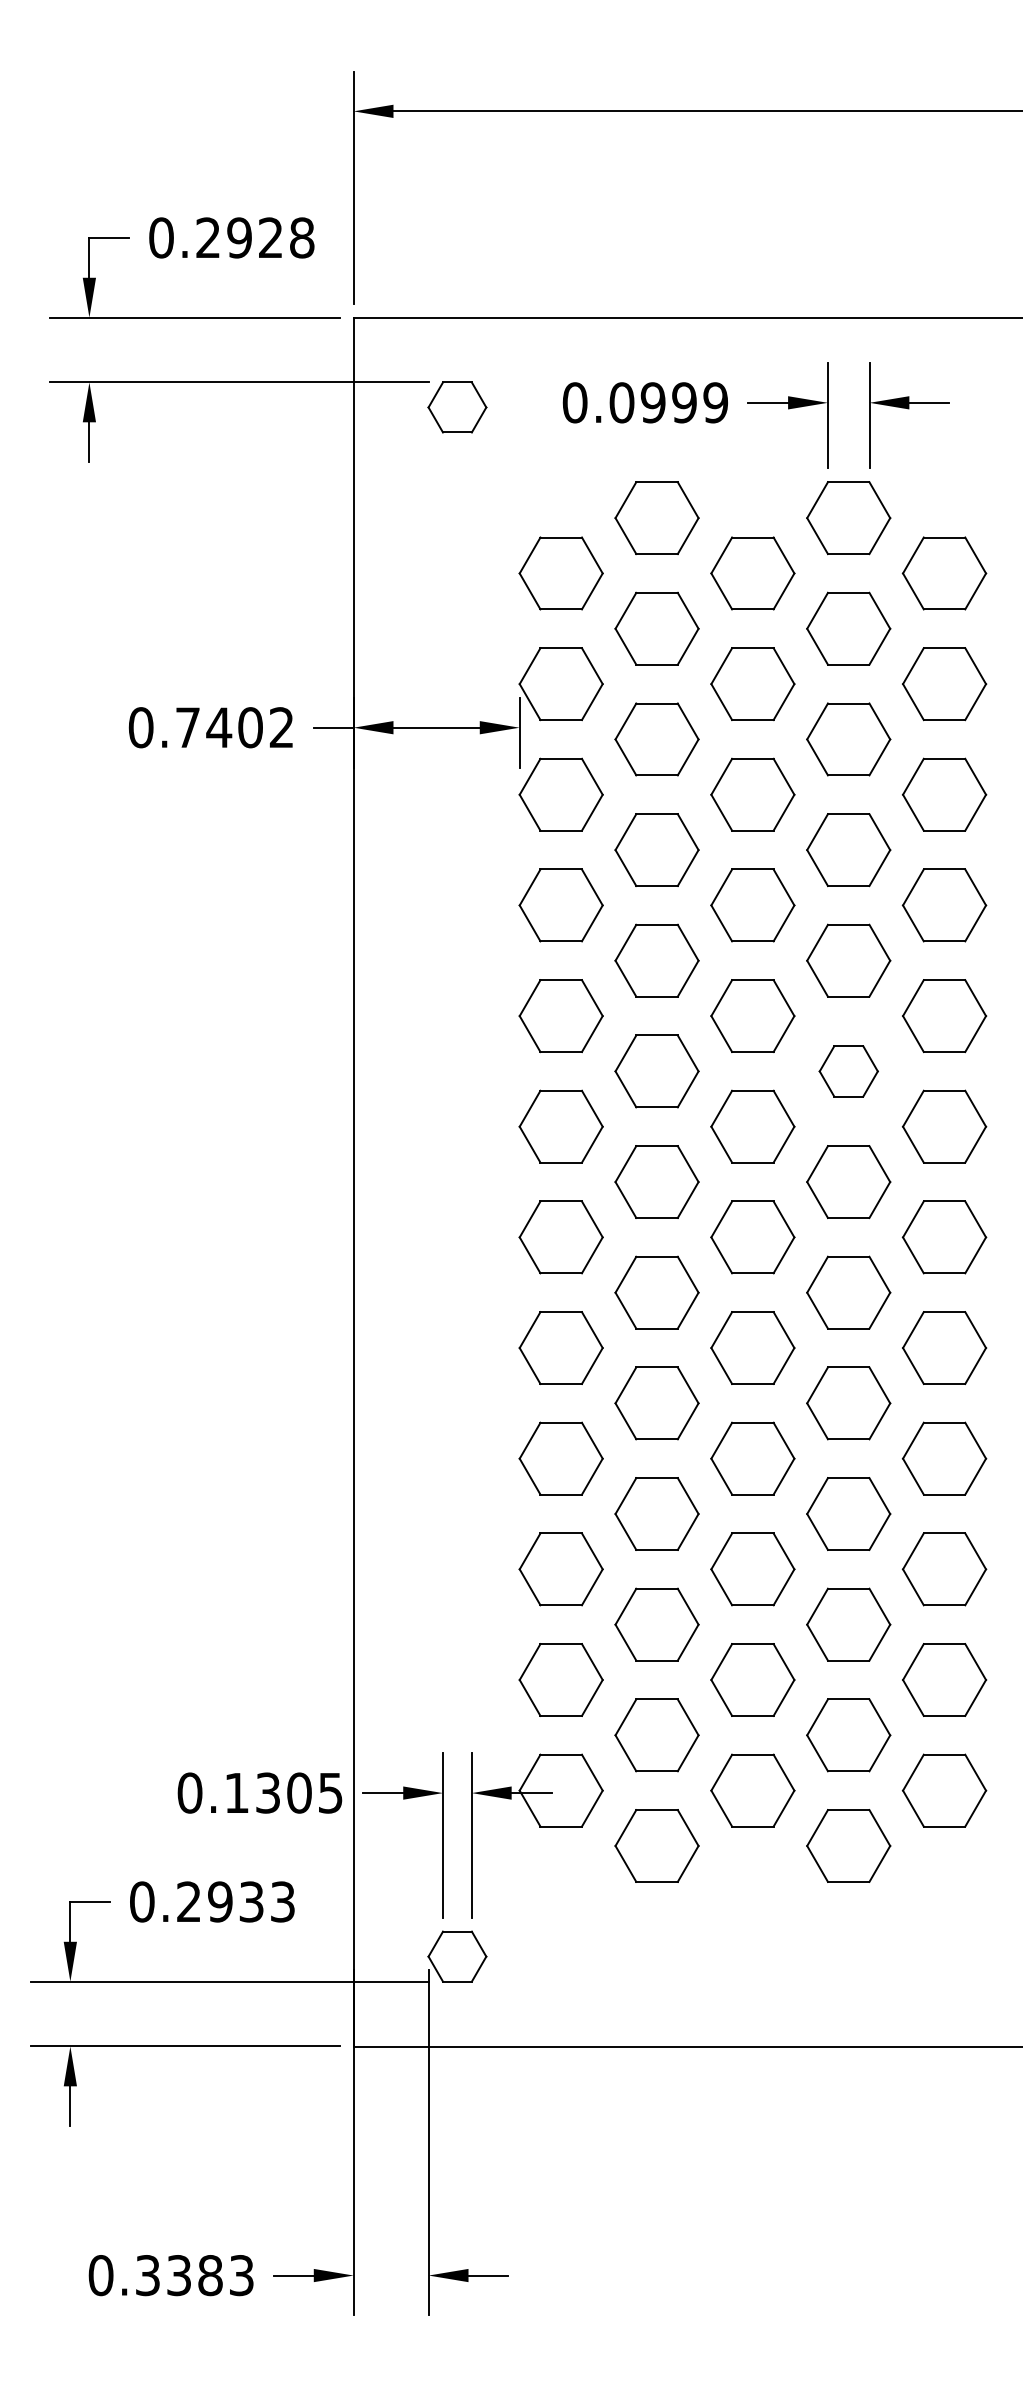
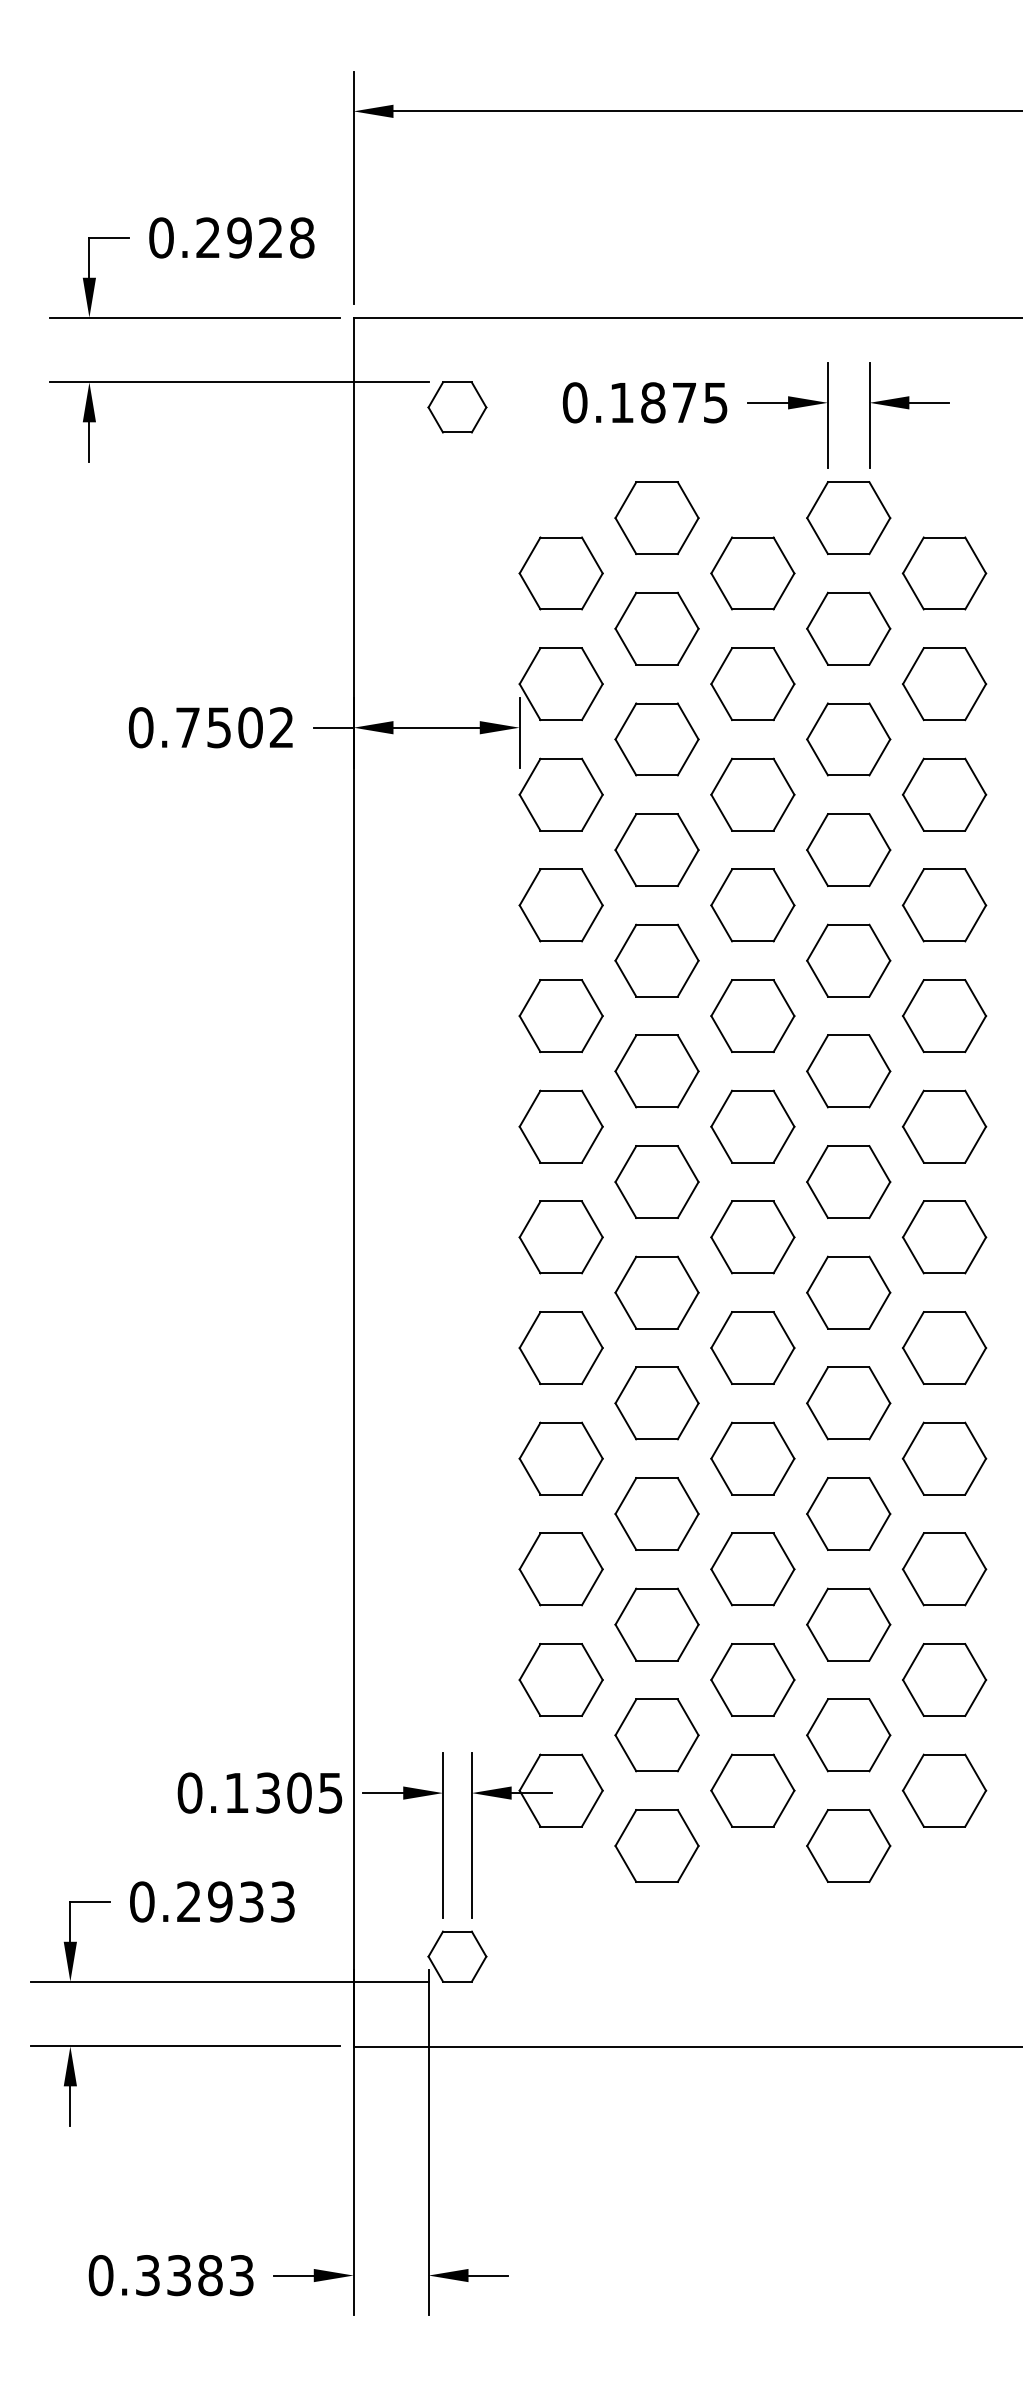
text at (668, 402): 0.0999 -> 0.1875
text at (219, 727): 0.7402 -> 0.7502
part at (848, 1071) size: 61x53 px -> 86x75 px
